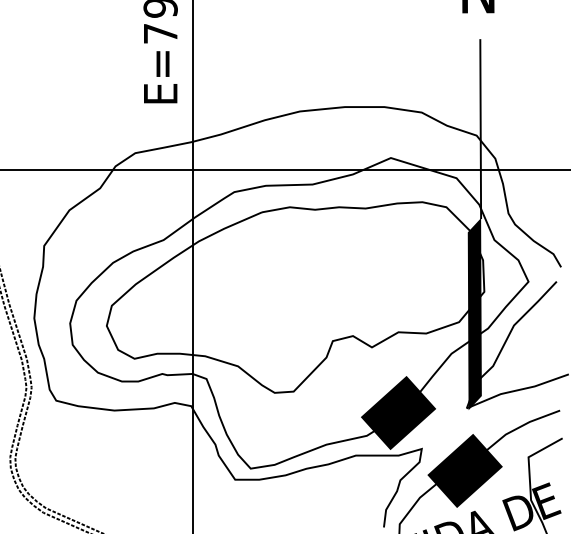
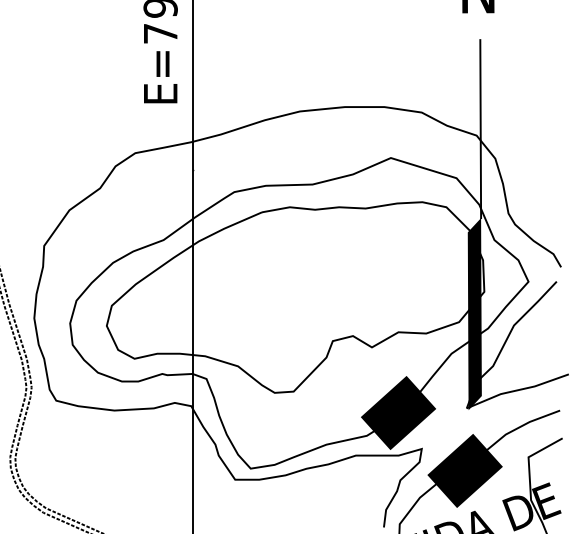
line at (284, 169): present -> none
